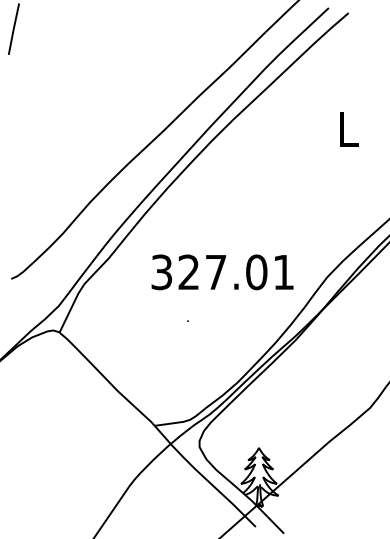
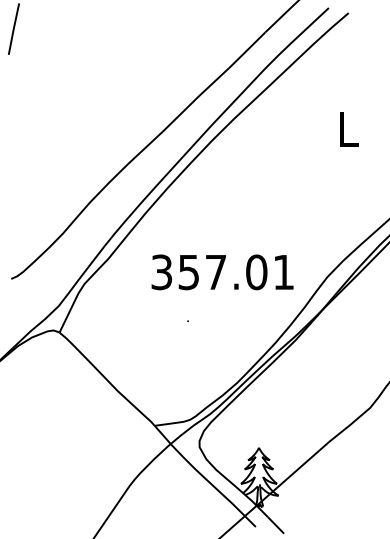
text at (188, 272): 327.01 -> 357.01
